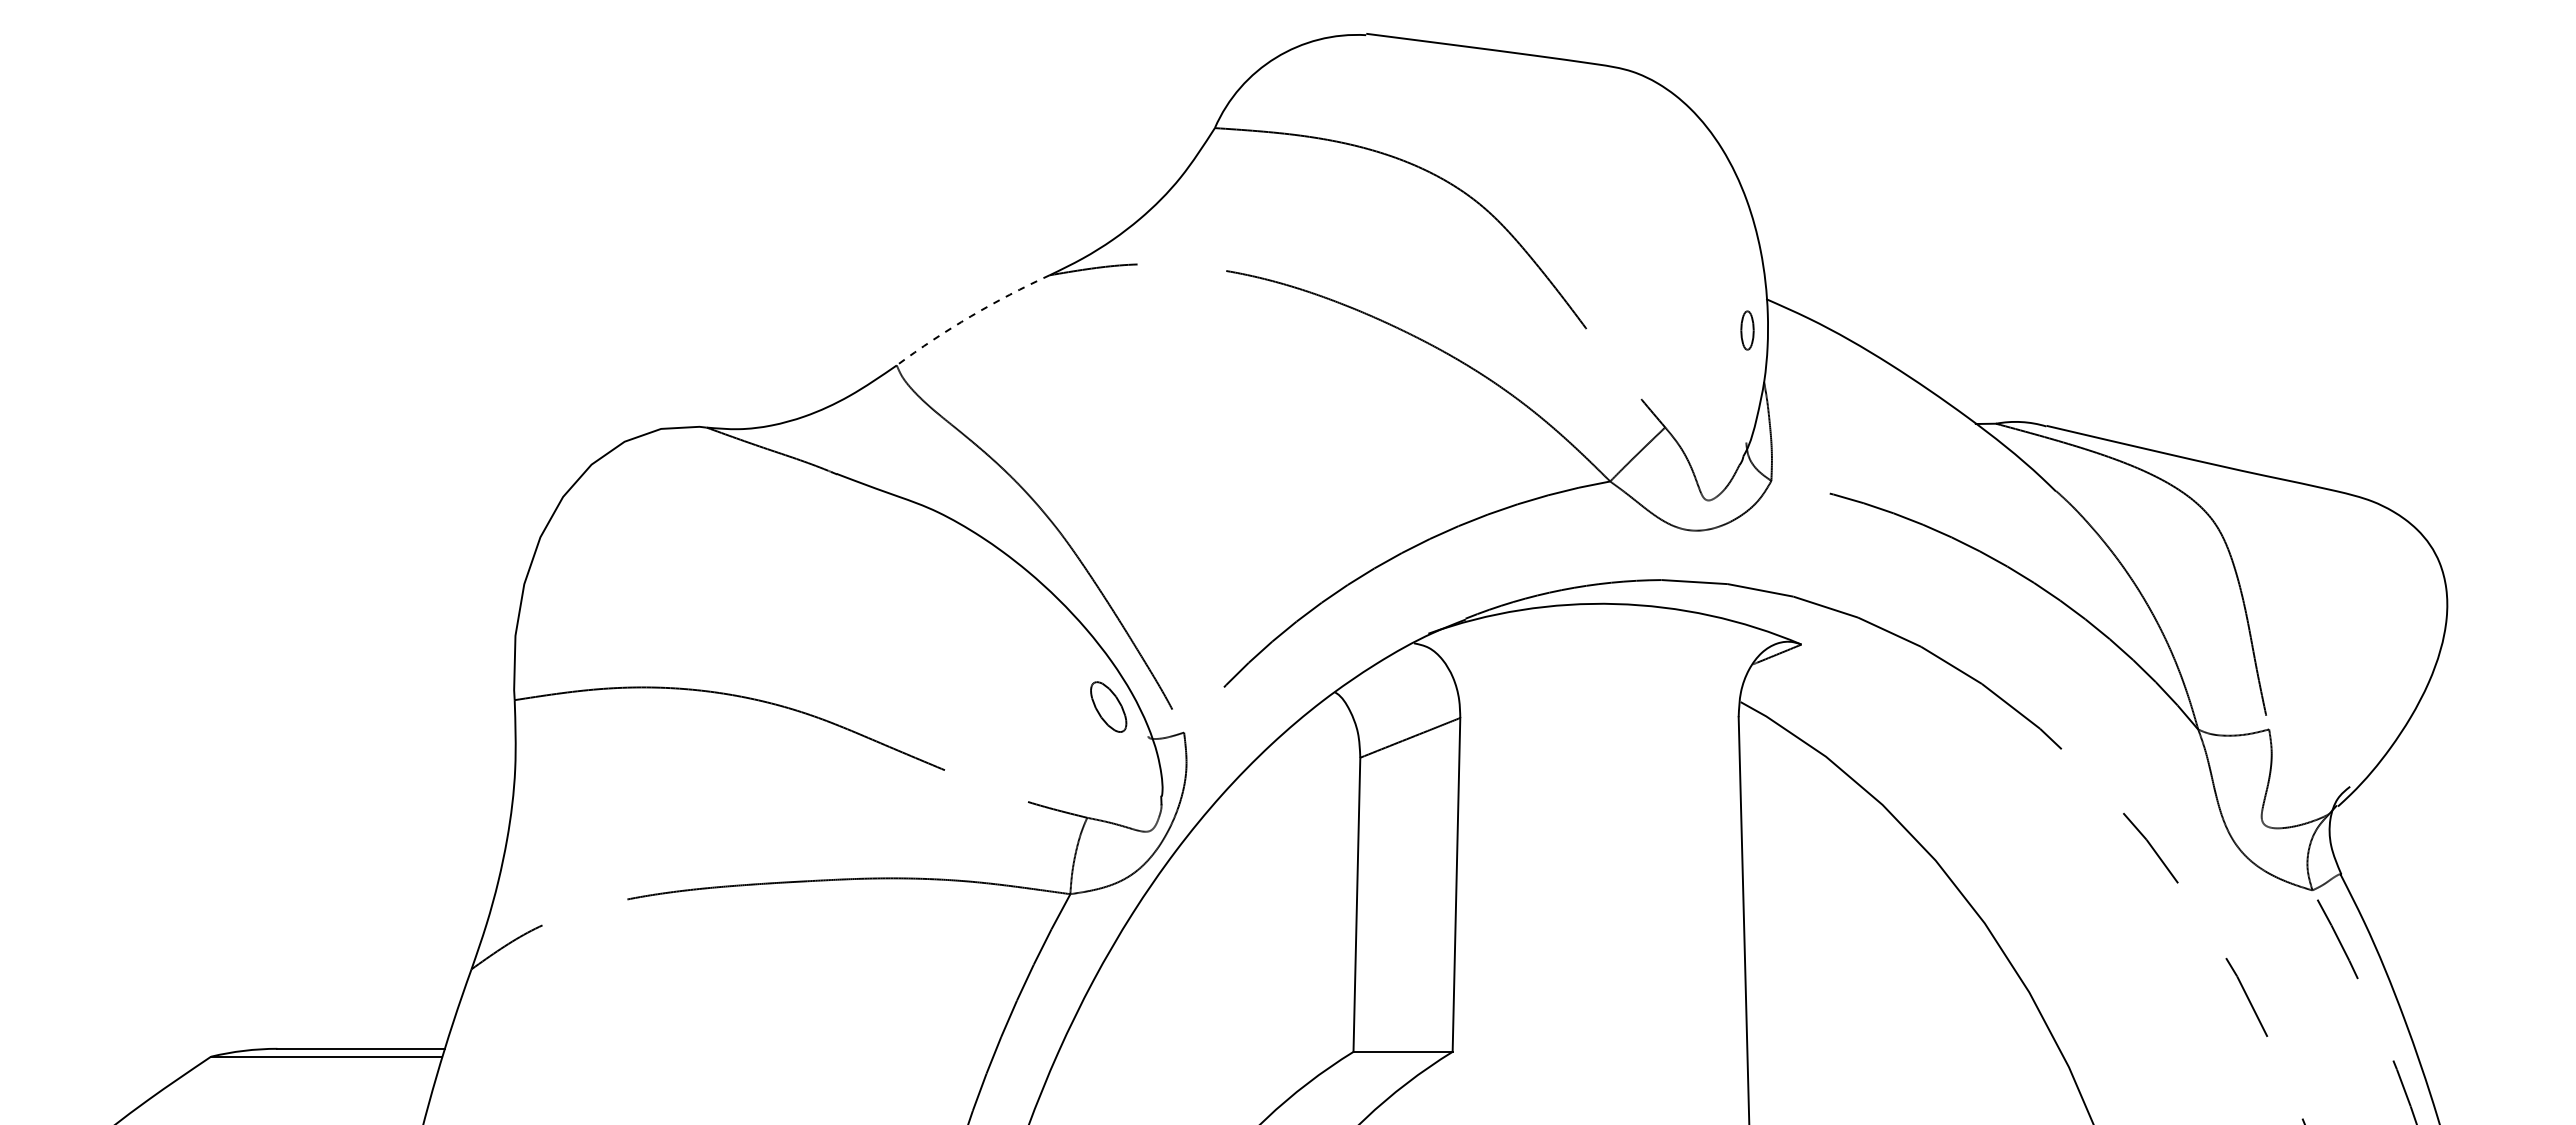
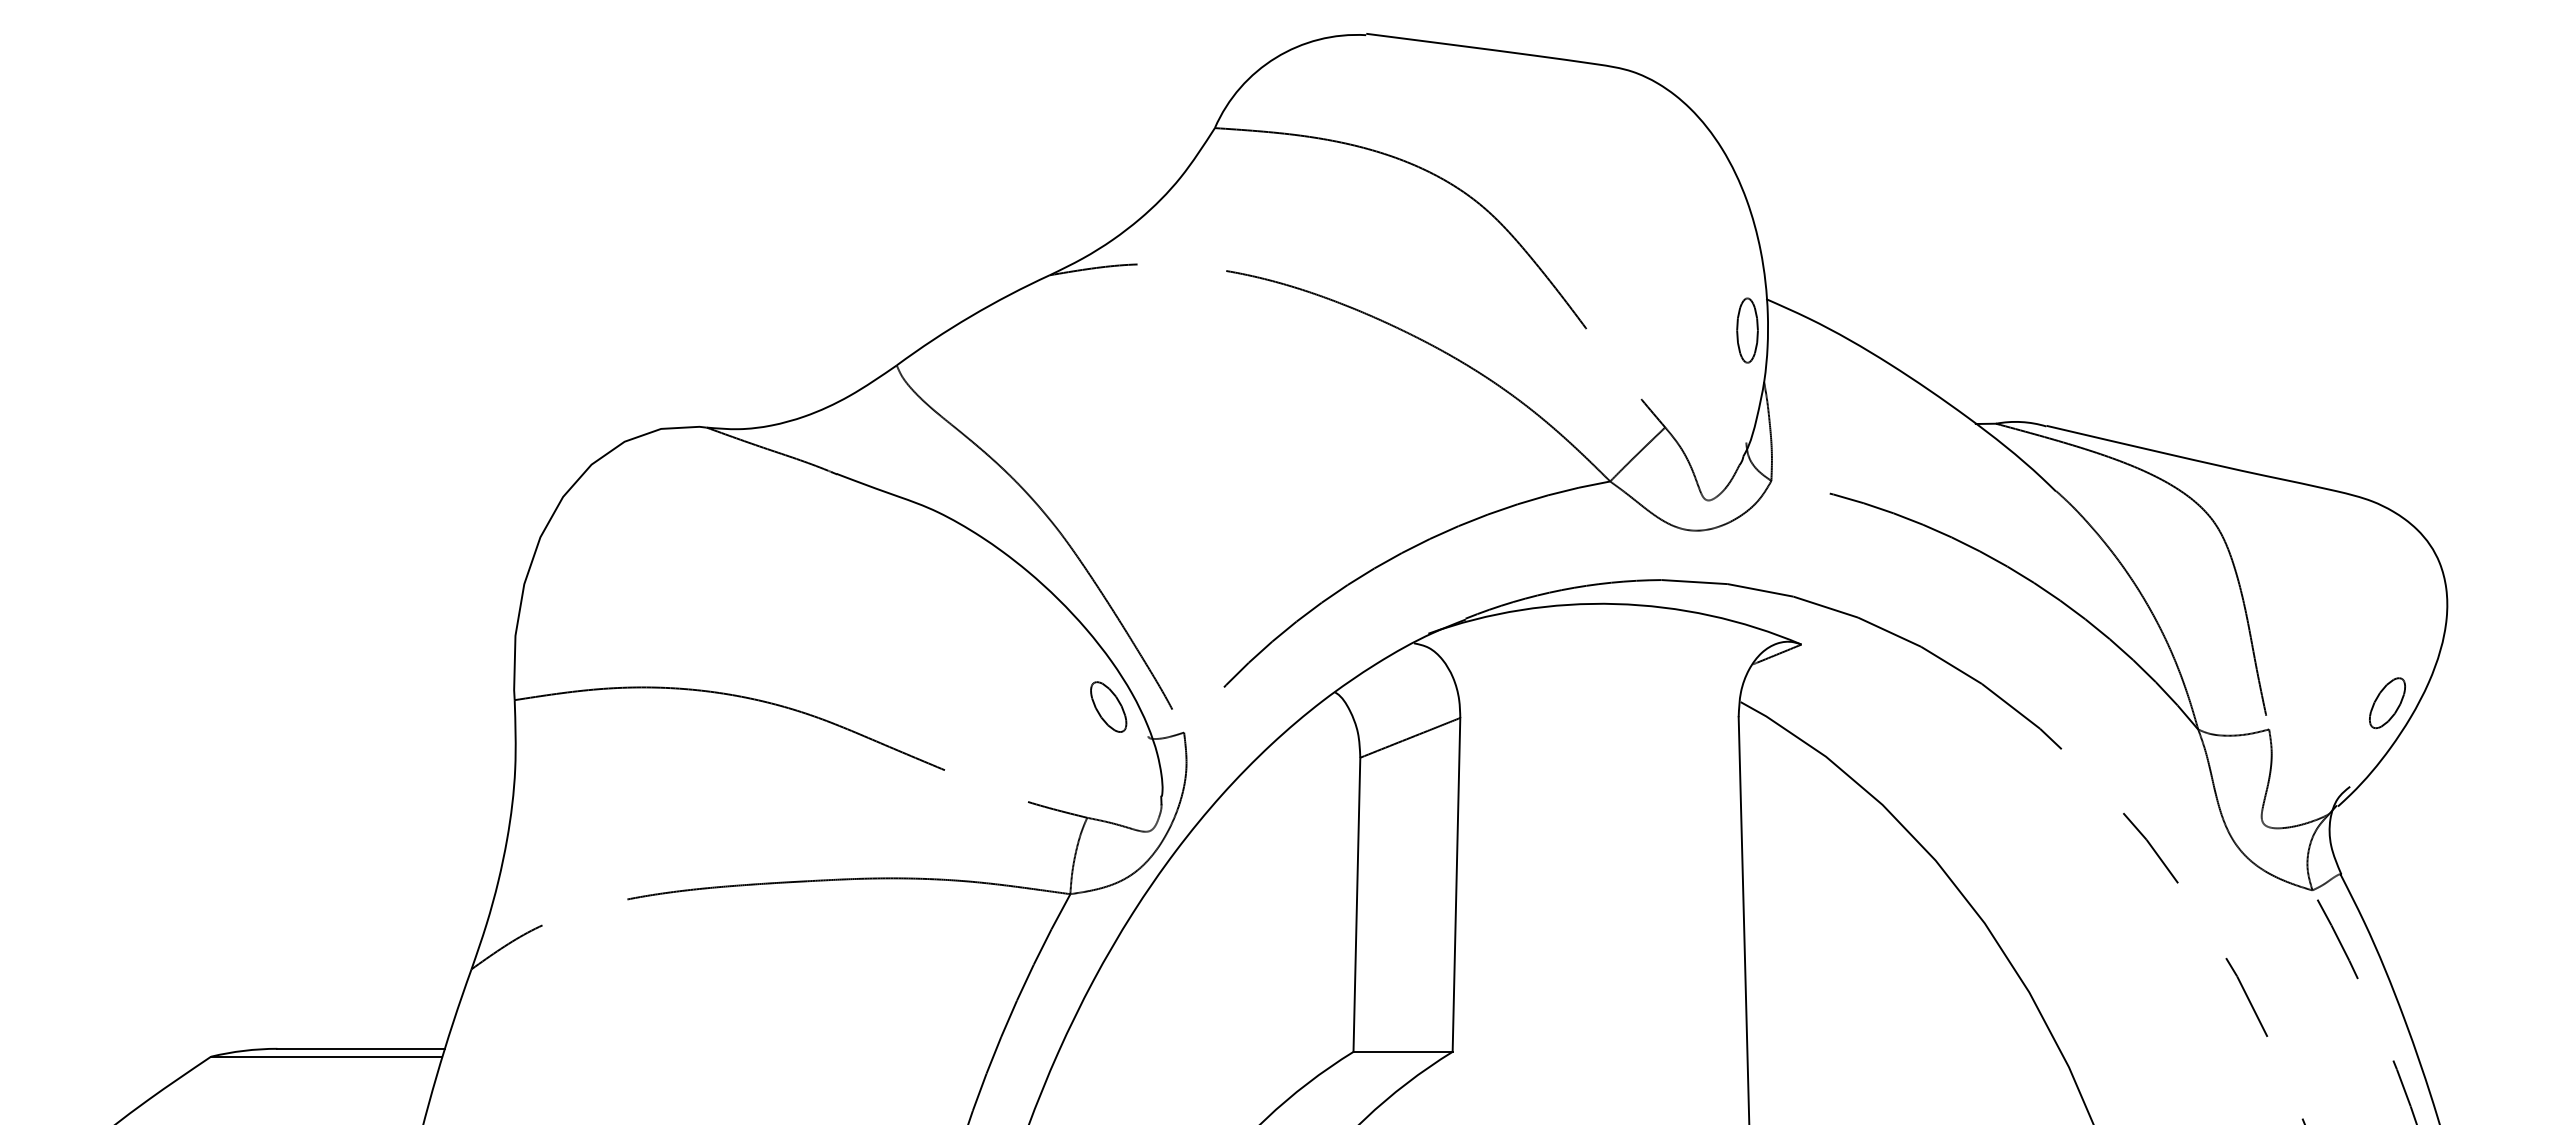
arc at (970, 316): dashed -> solid
part at (1747, 330) size: 15x41 px -> 23x67 px
part at (2387, 703): none -> present
